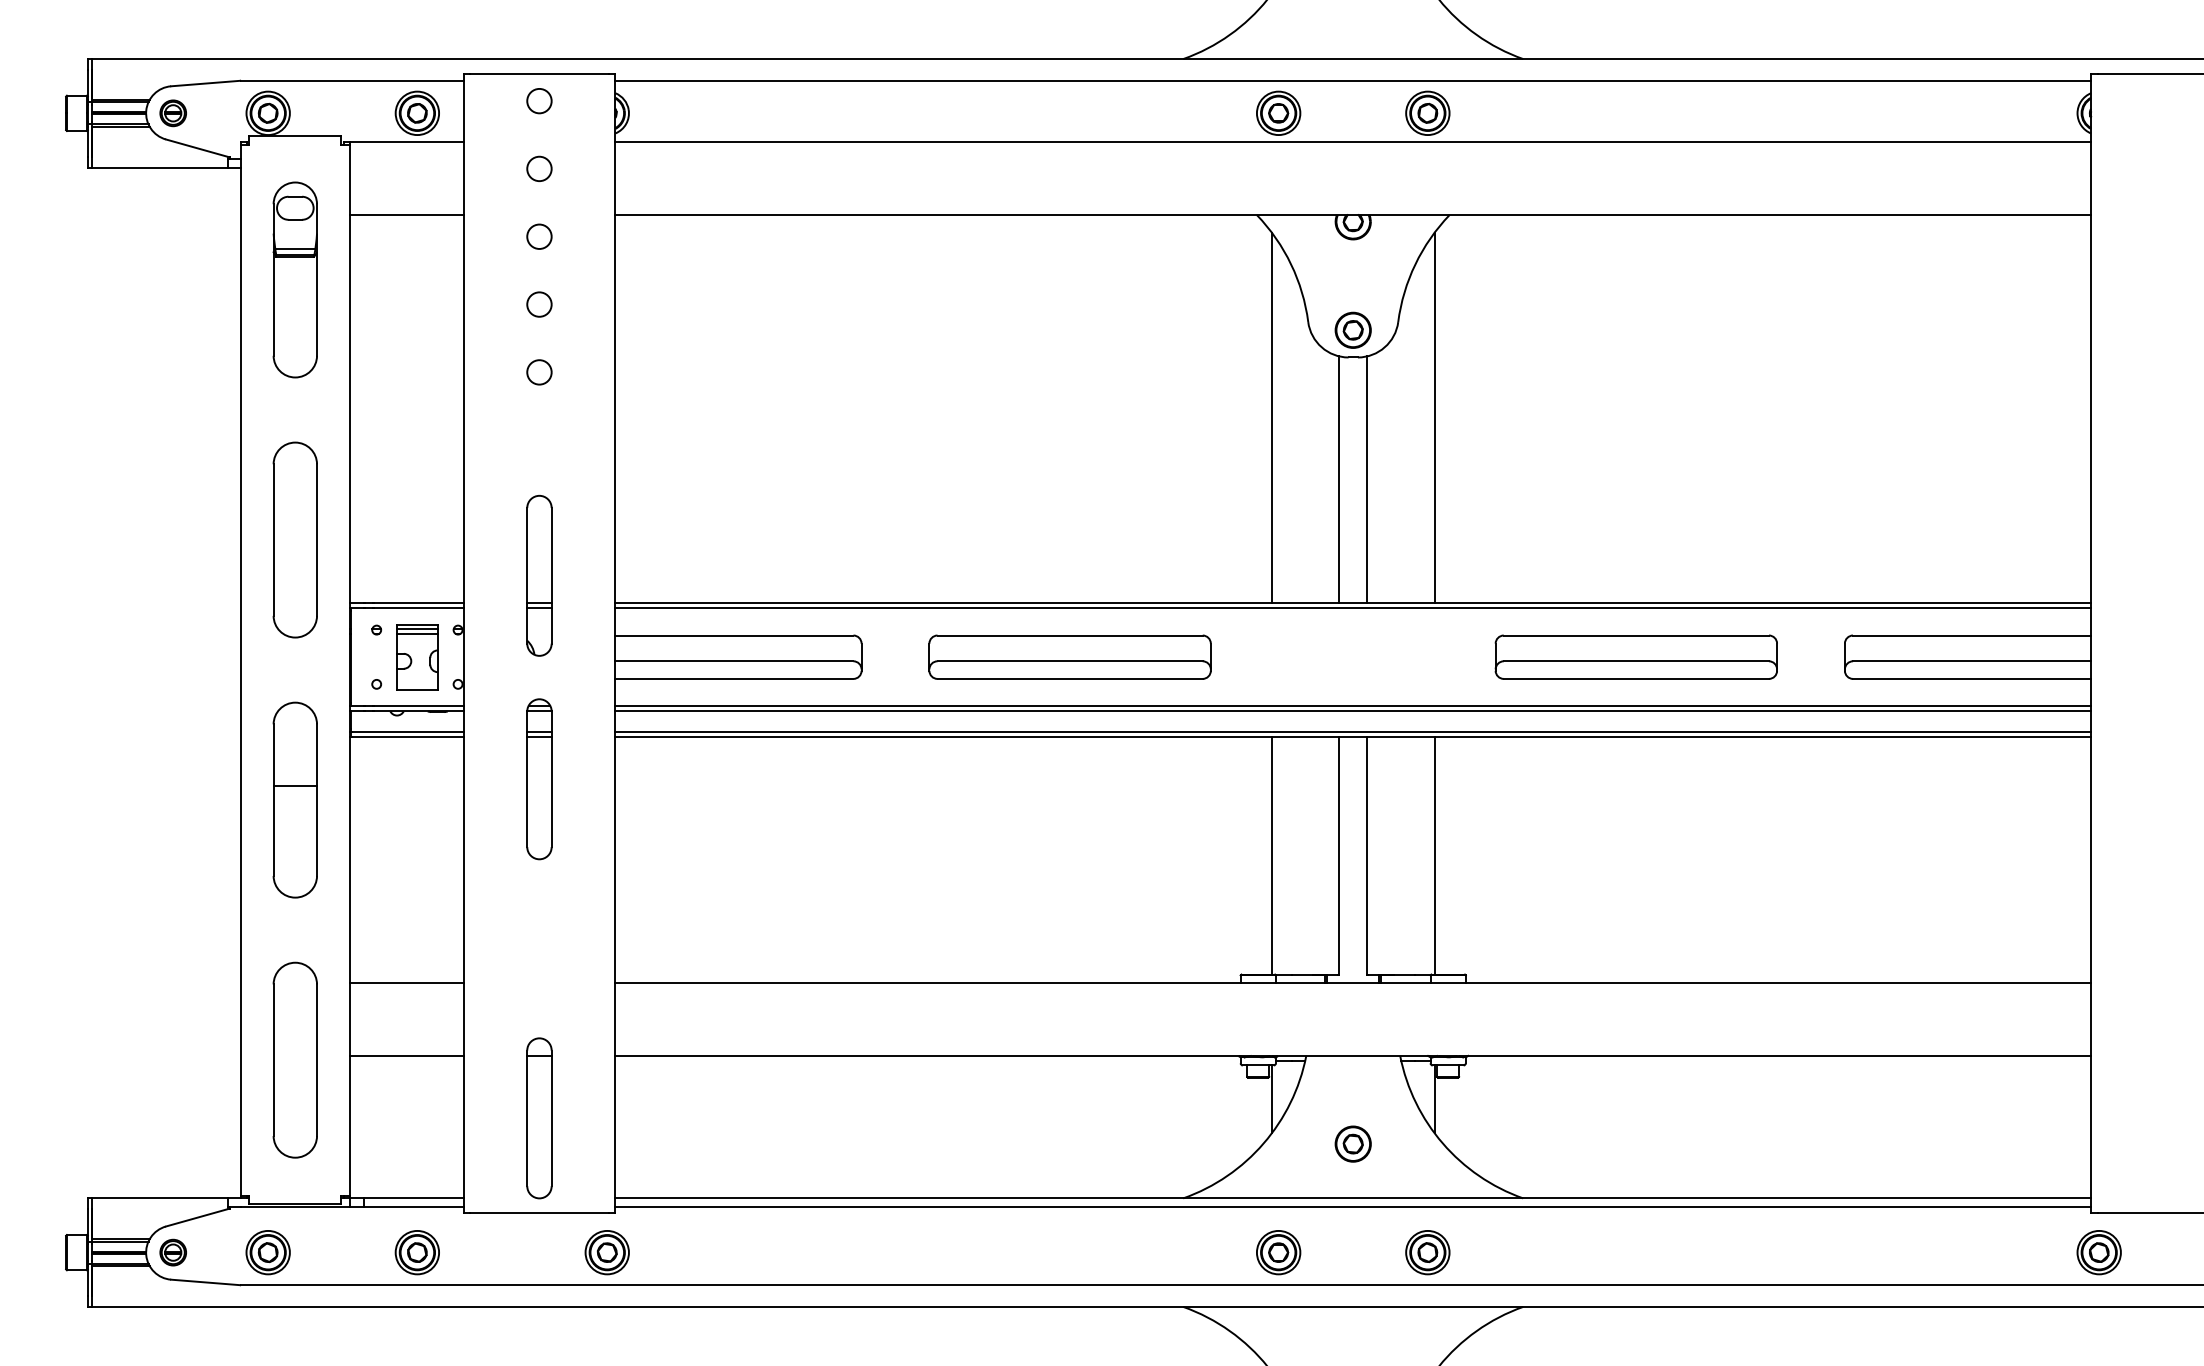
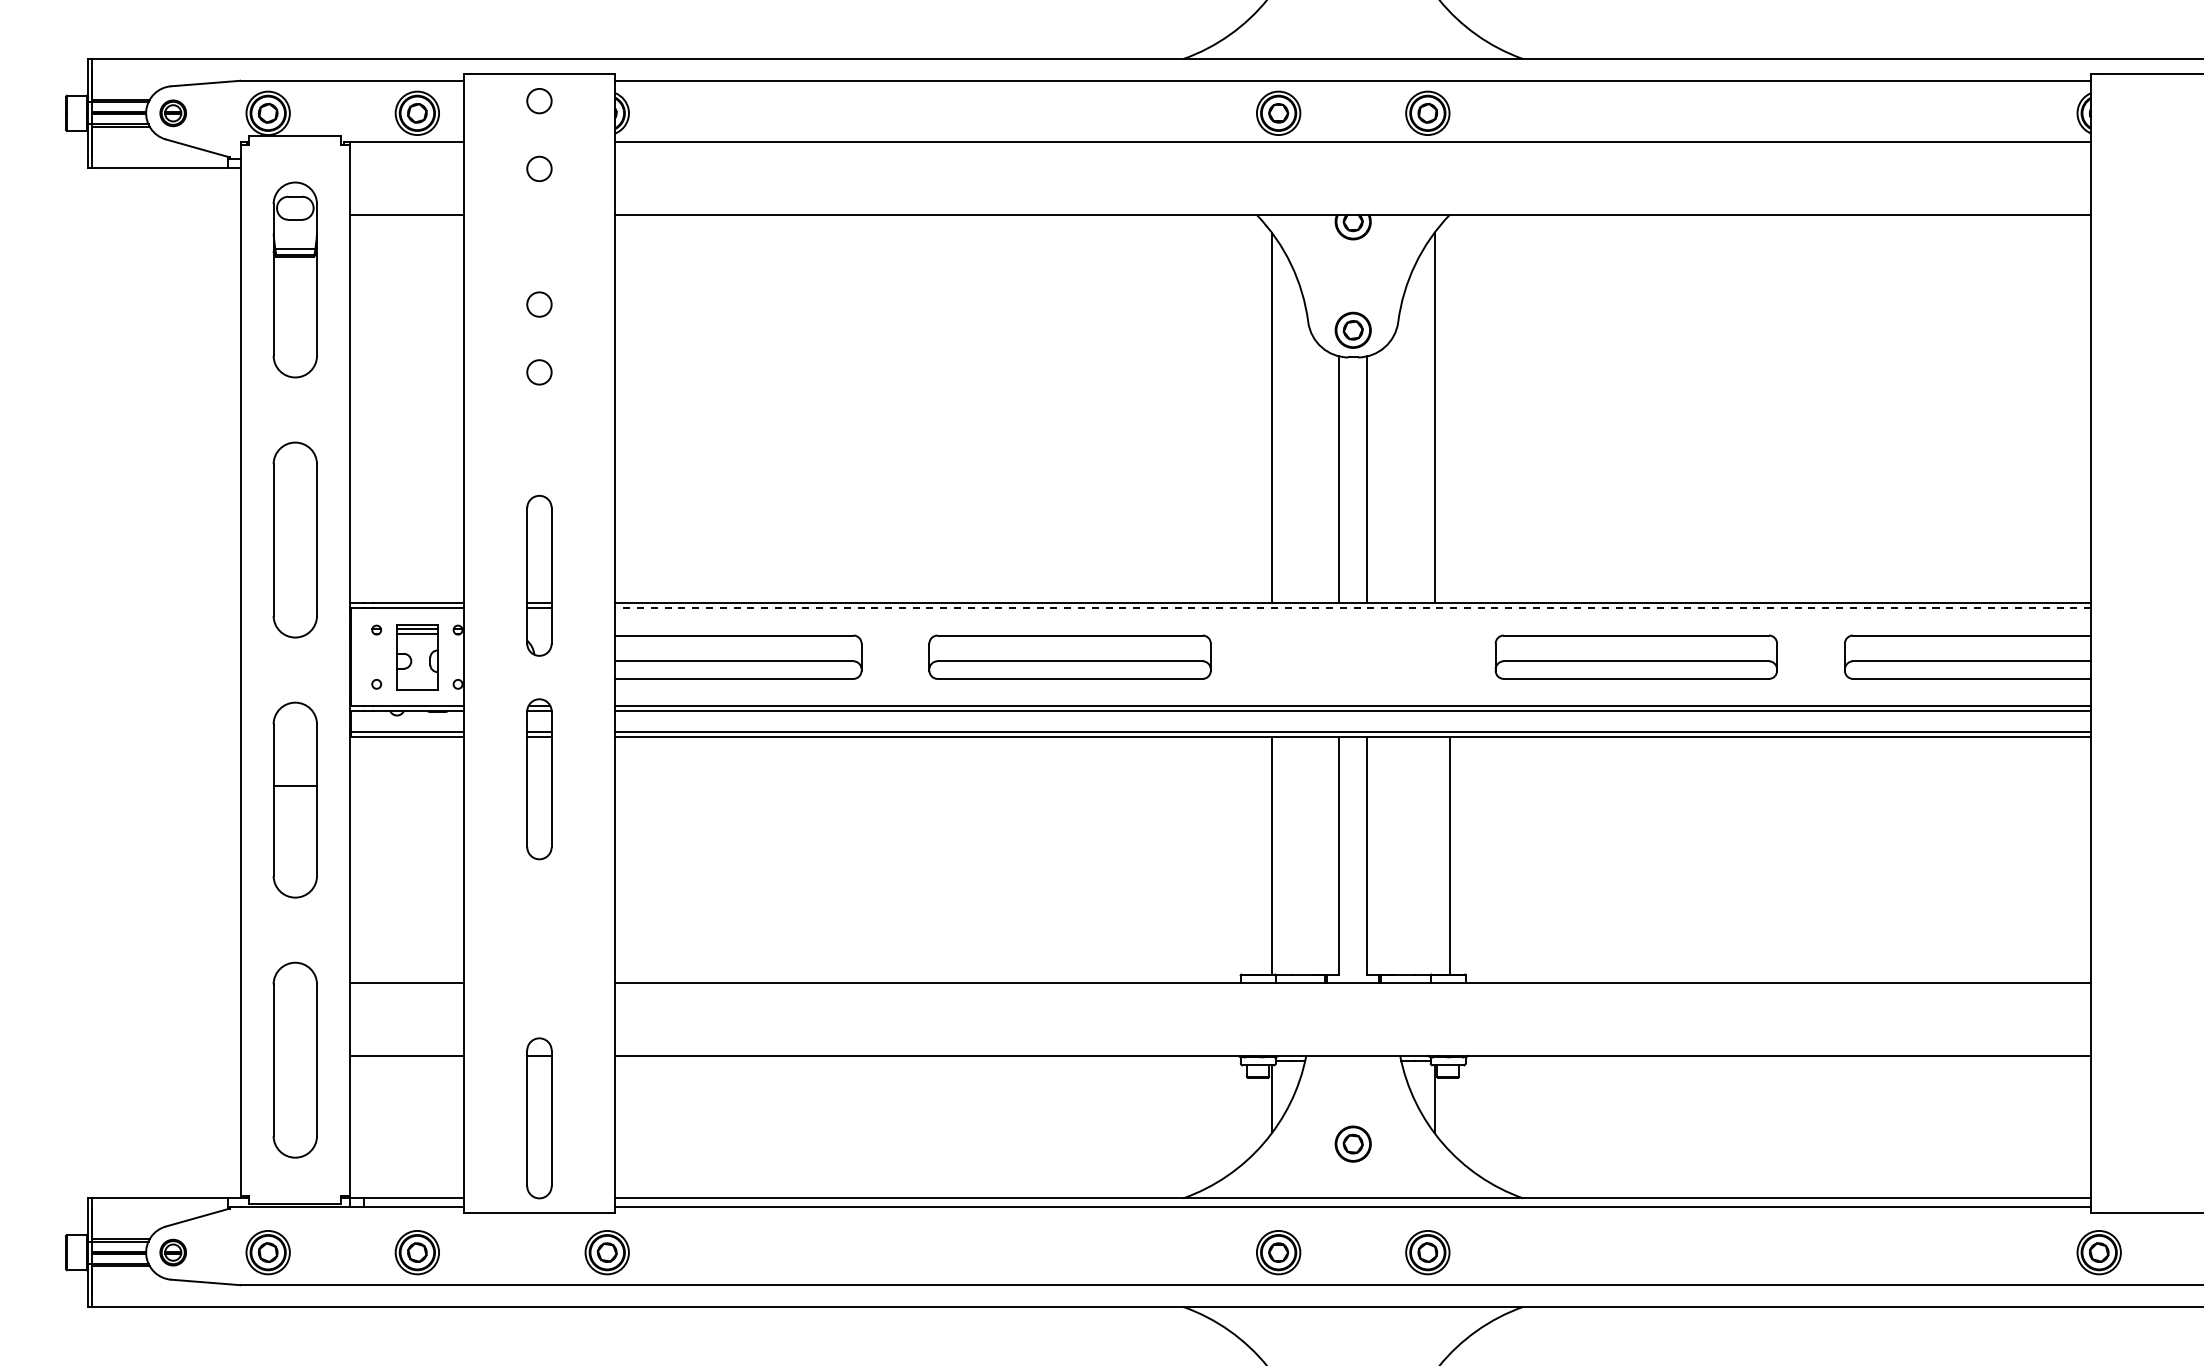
circle at (539, 236): present -> none
line at (1353, 608): solid -> dashed
line at (1434, 855) position: (1434, 855) -> (1449, 855)
